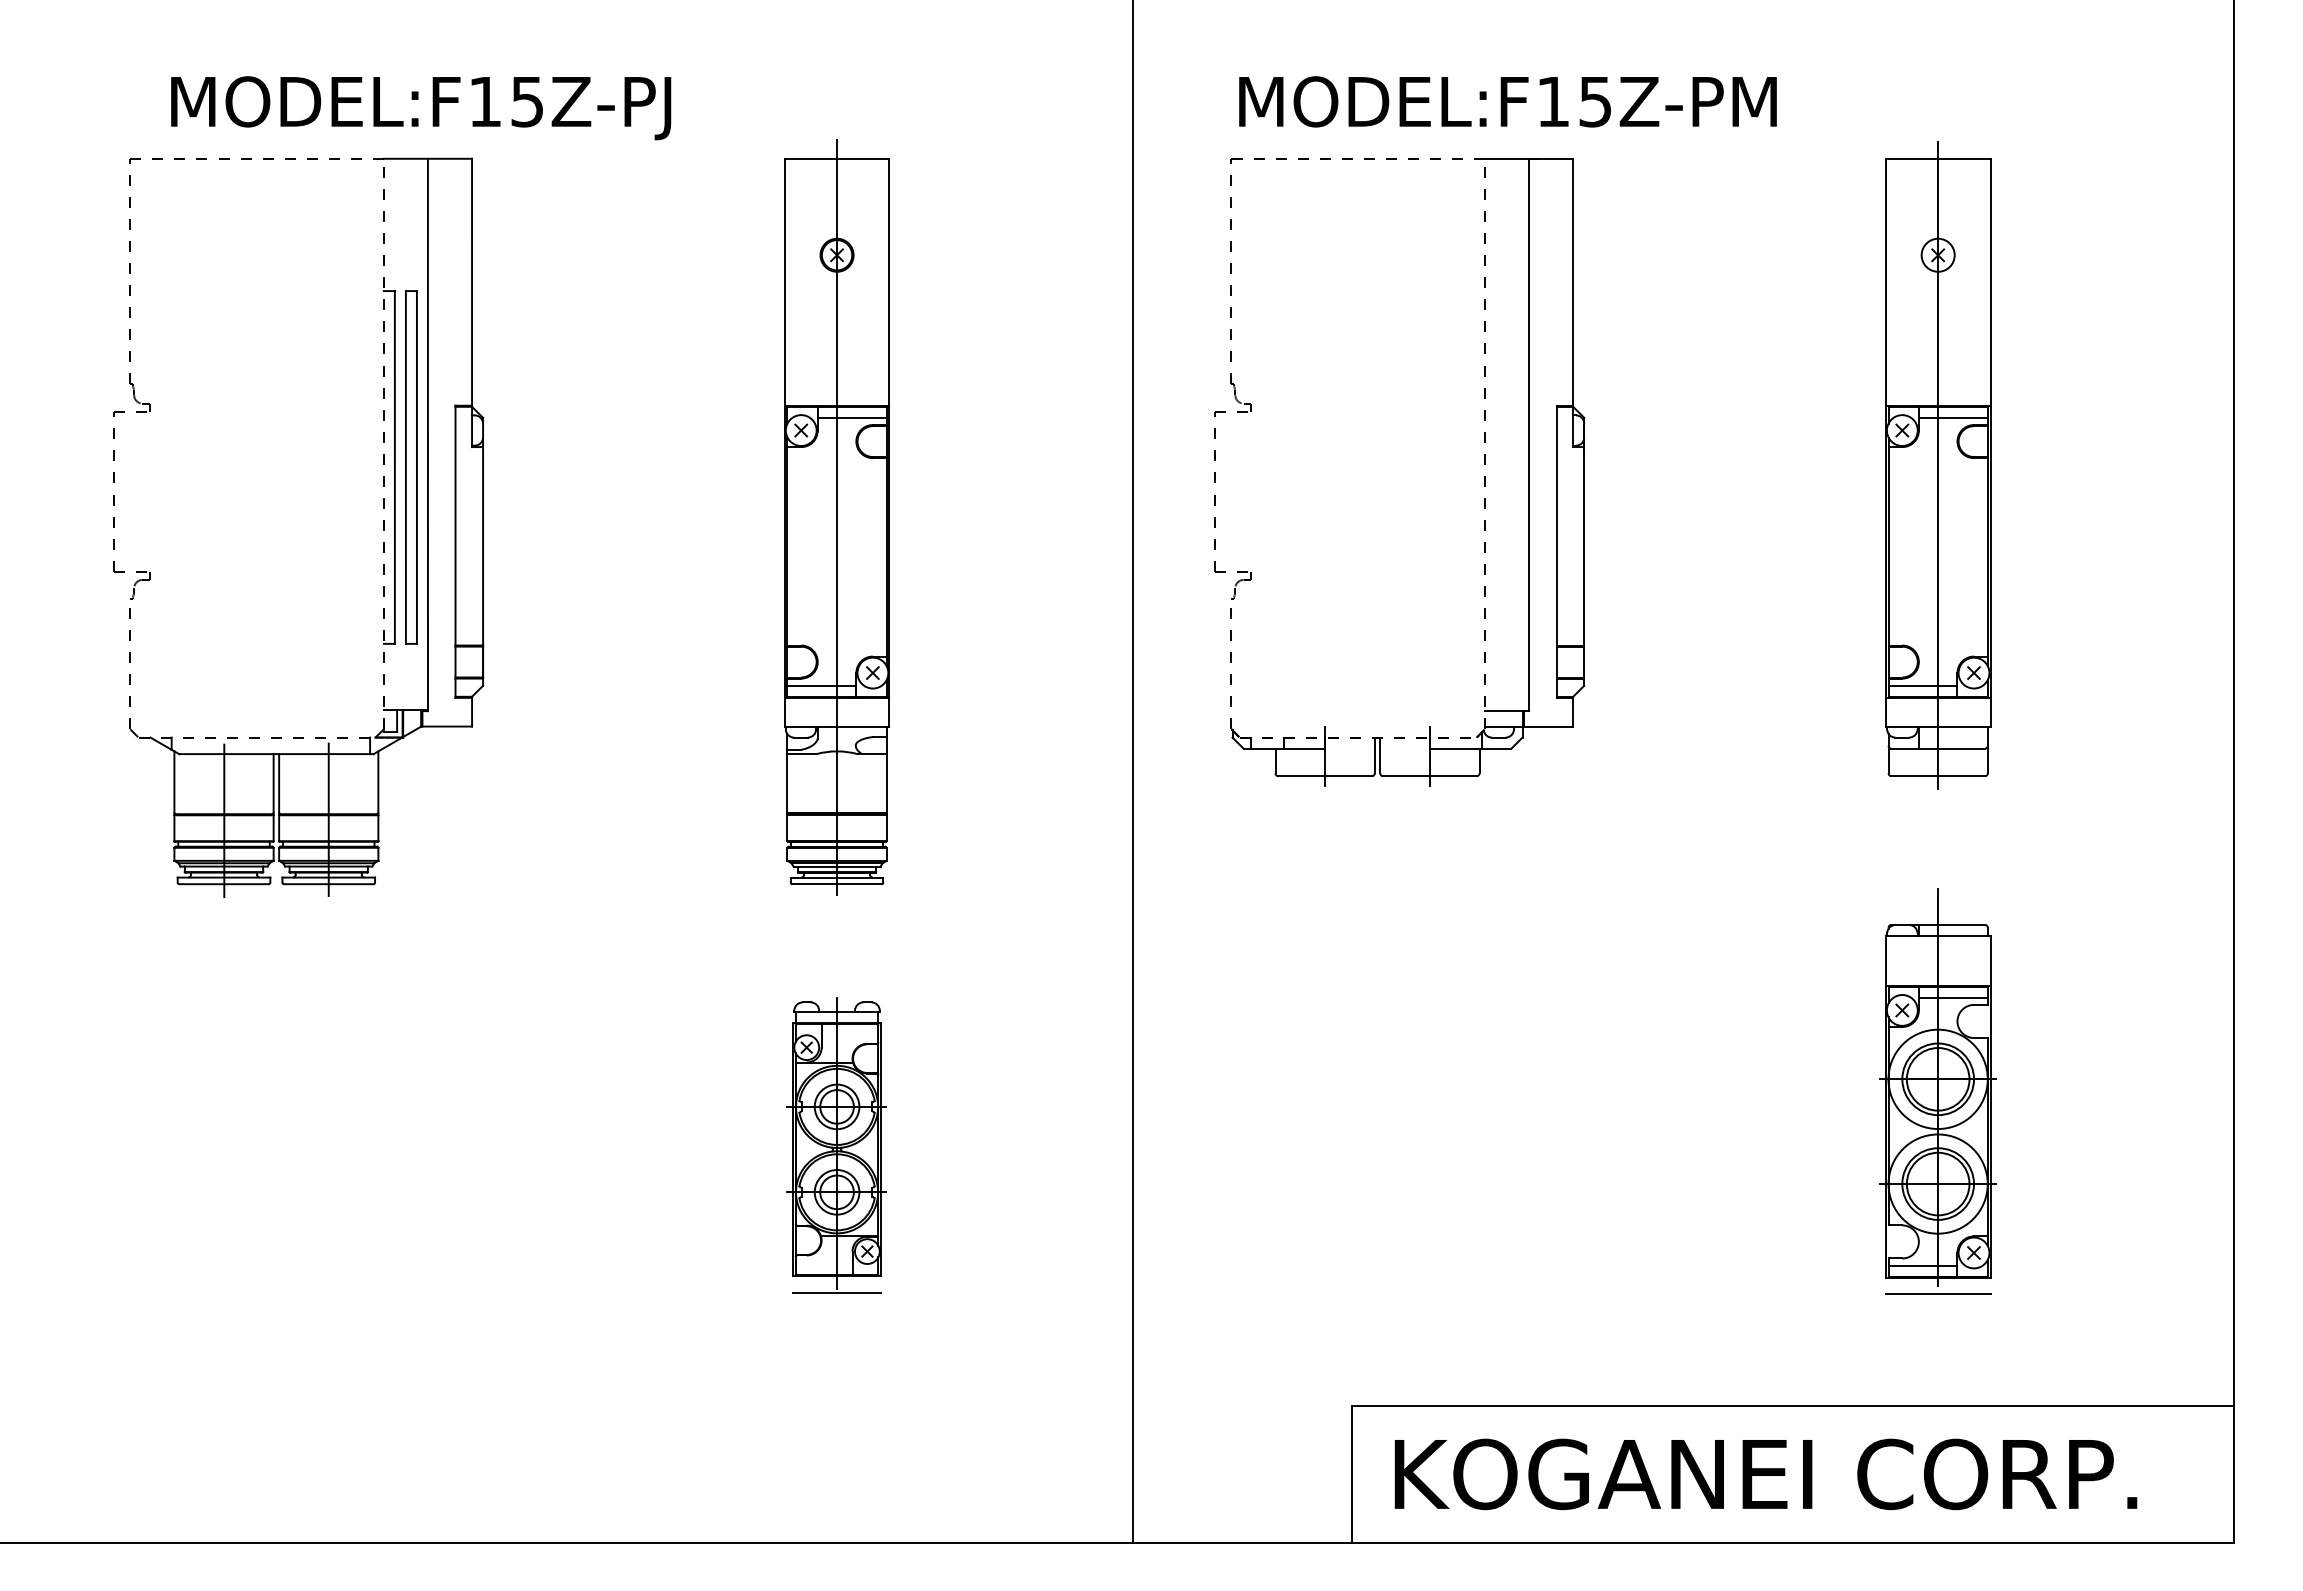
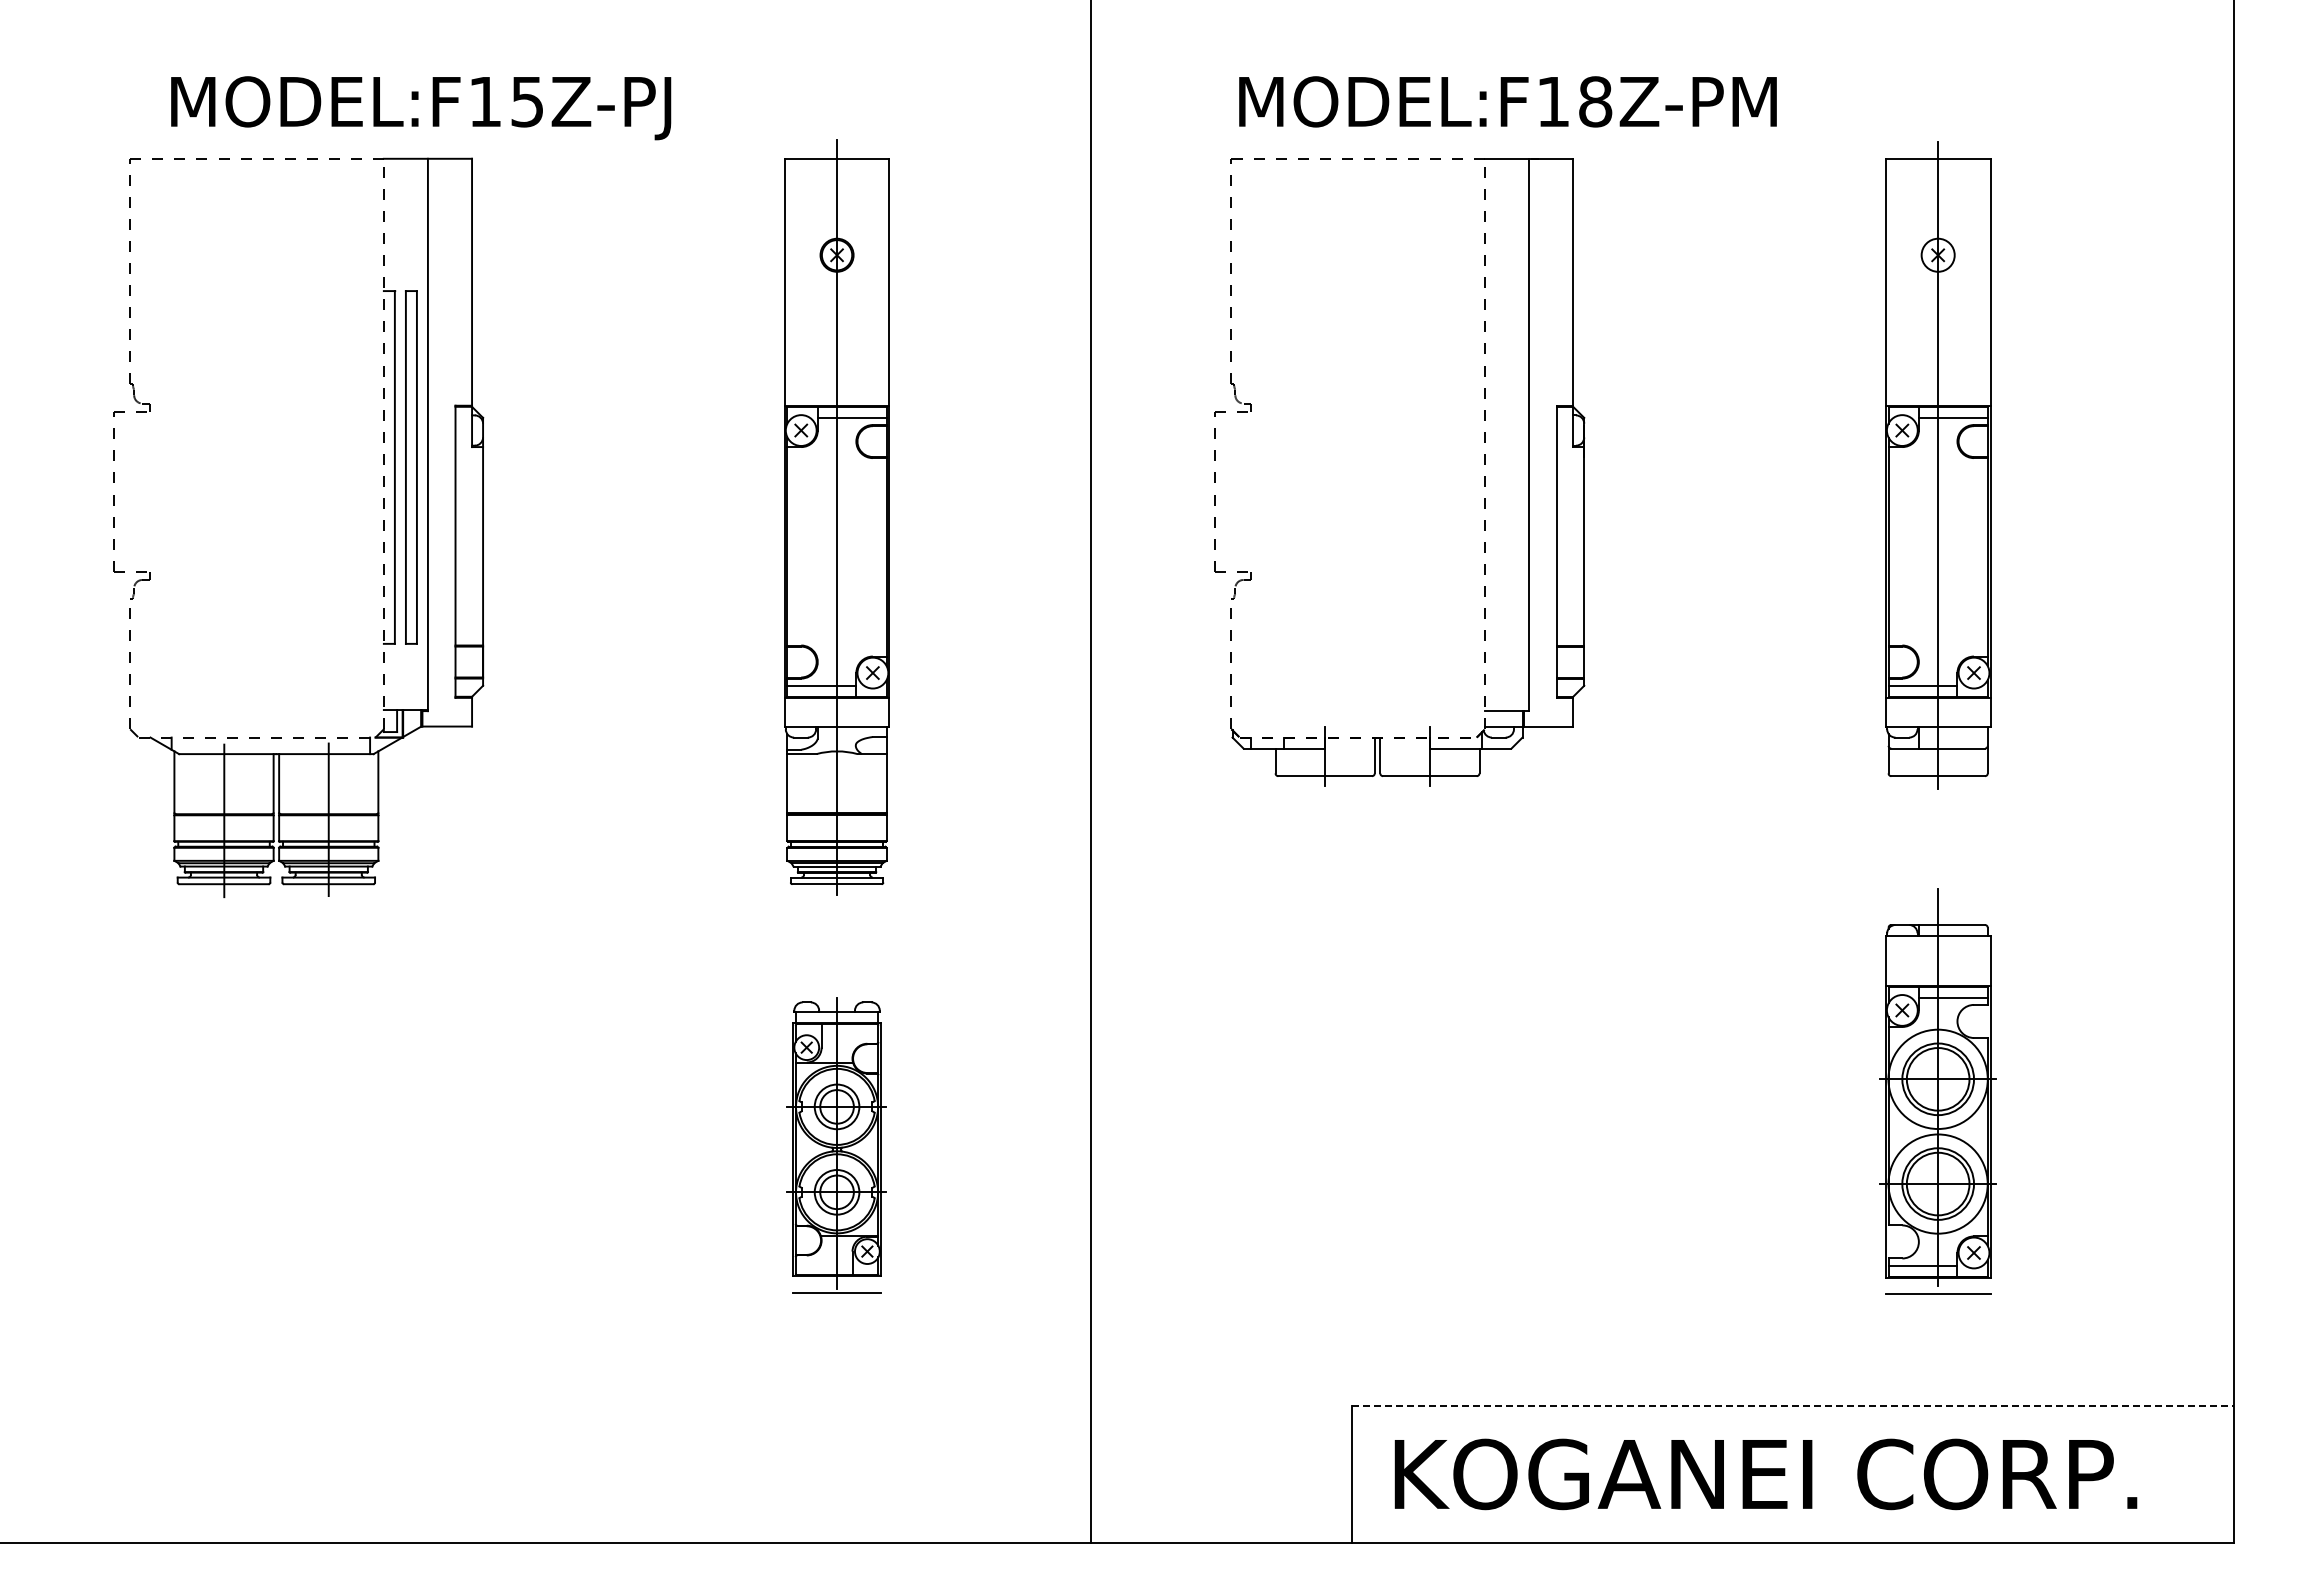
text at (1595, 101): MODEL:F15Z-PM -> MODEL:F18Z-PM
line at (1132, 772) position: (1132, 772) -> (1090, 772)
line at (1792, 1405): solid -> dashed
